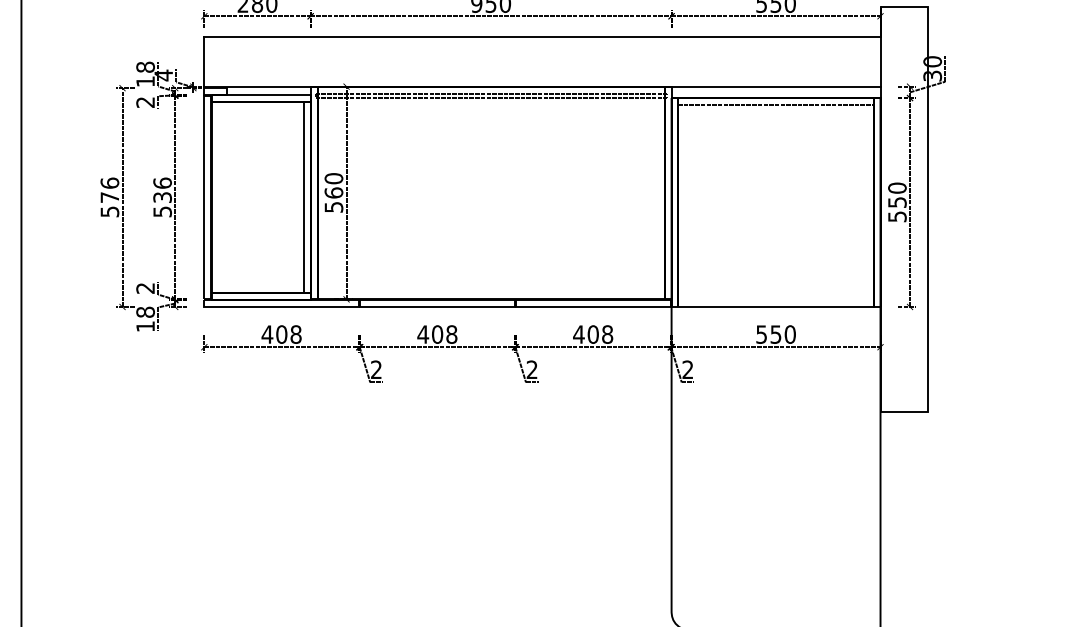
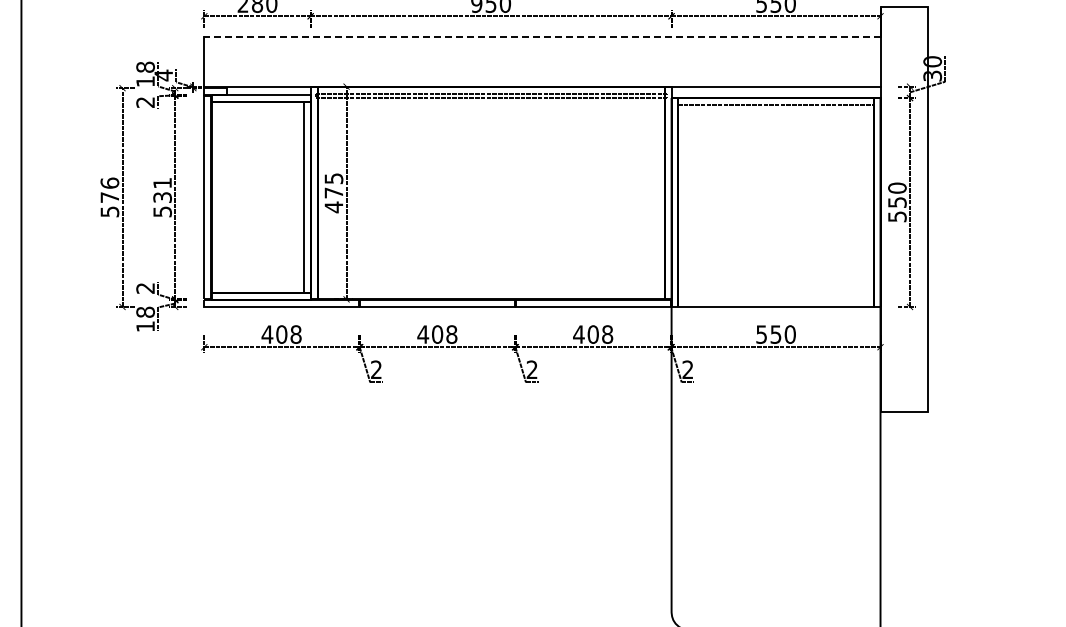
line at (541, 37): solid -> dashed
text at (162, 182): 536 -> 531
text at (333, 193): 560 -> 475
